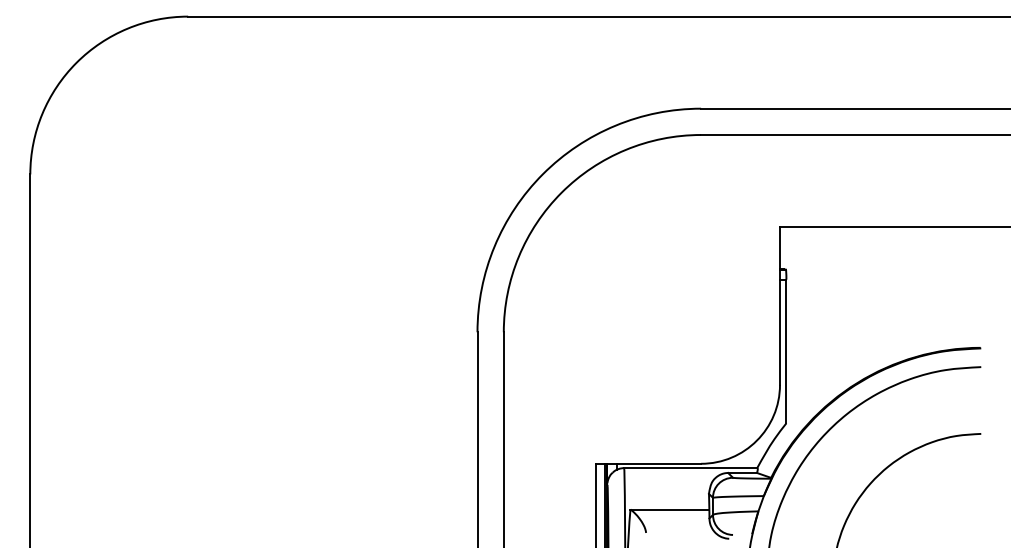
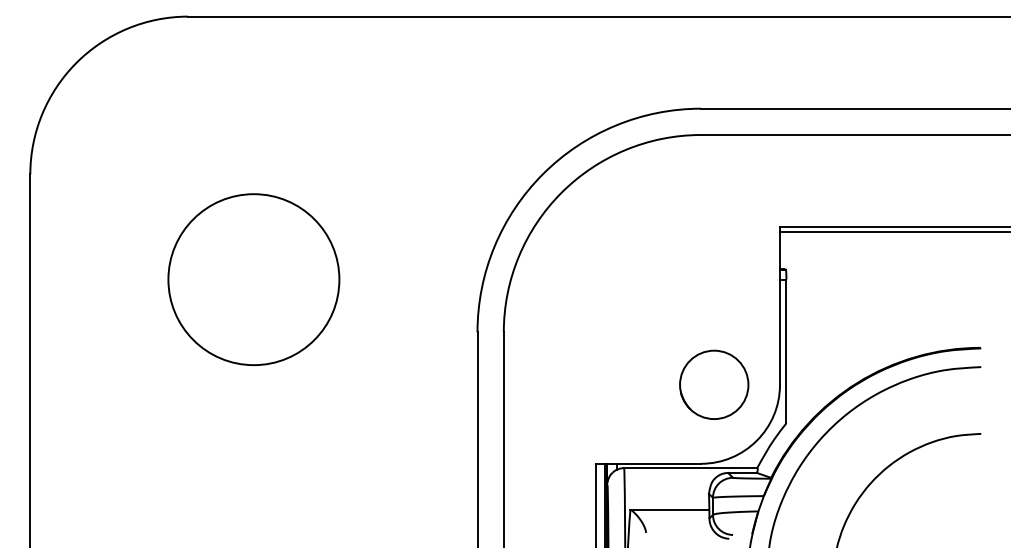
line at (893, 231): none -> present
circle at (253, 279): none -> present
circle at (714, 384): none -> present
